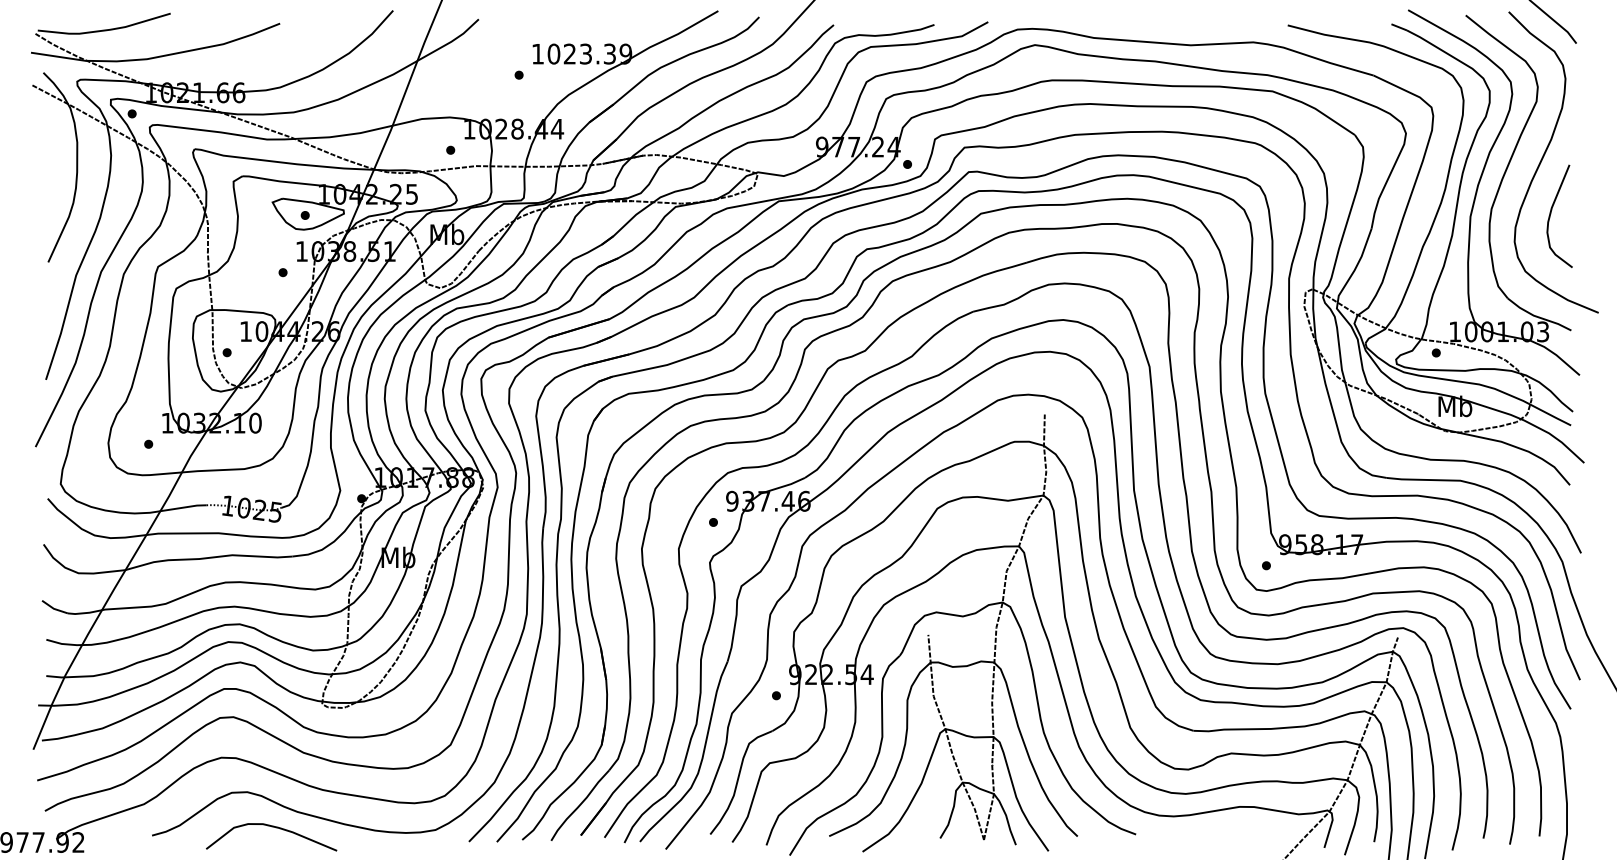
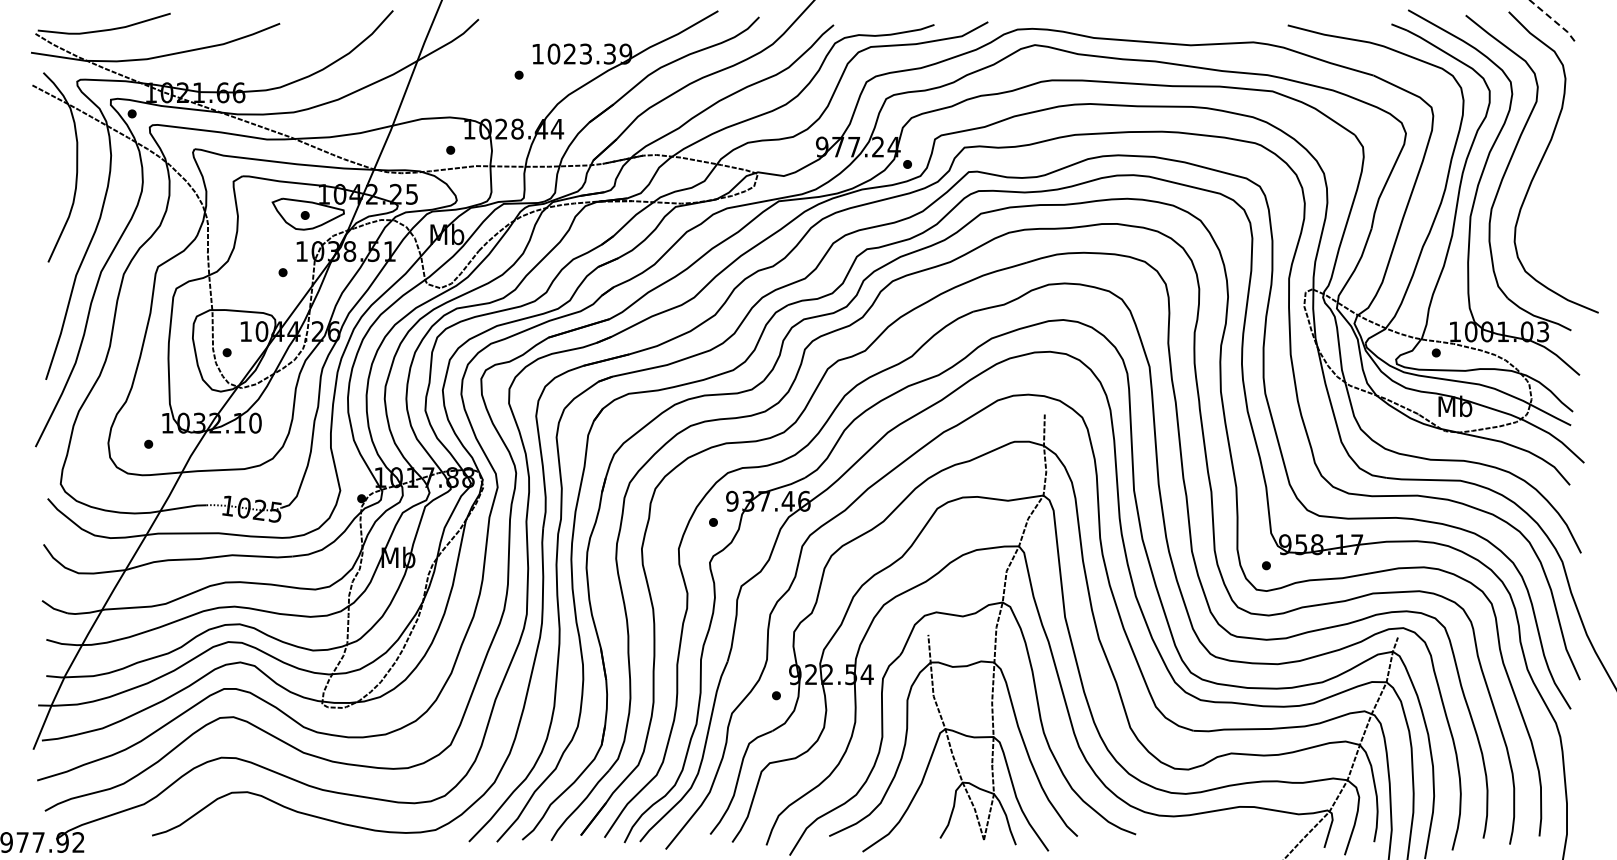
line at (1554, 21): solid -> dashed
curve at (1551, 214): present -> none
curve at (271, 827): present -> none
